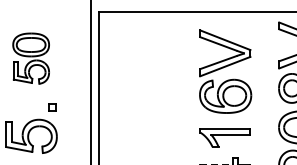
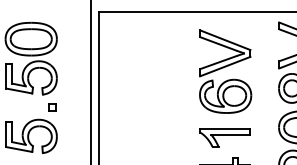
part at (30, 58) size: 38x53 px -> 54x75 px
line at (216, 164): dashed -> solid
